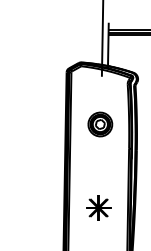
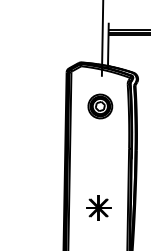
part at (100, 124) position: (100, 124) -> (100, 106)
